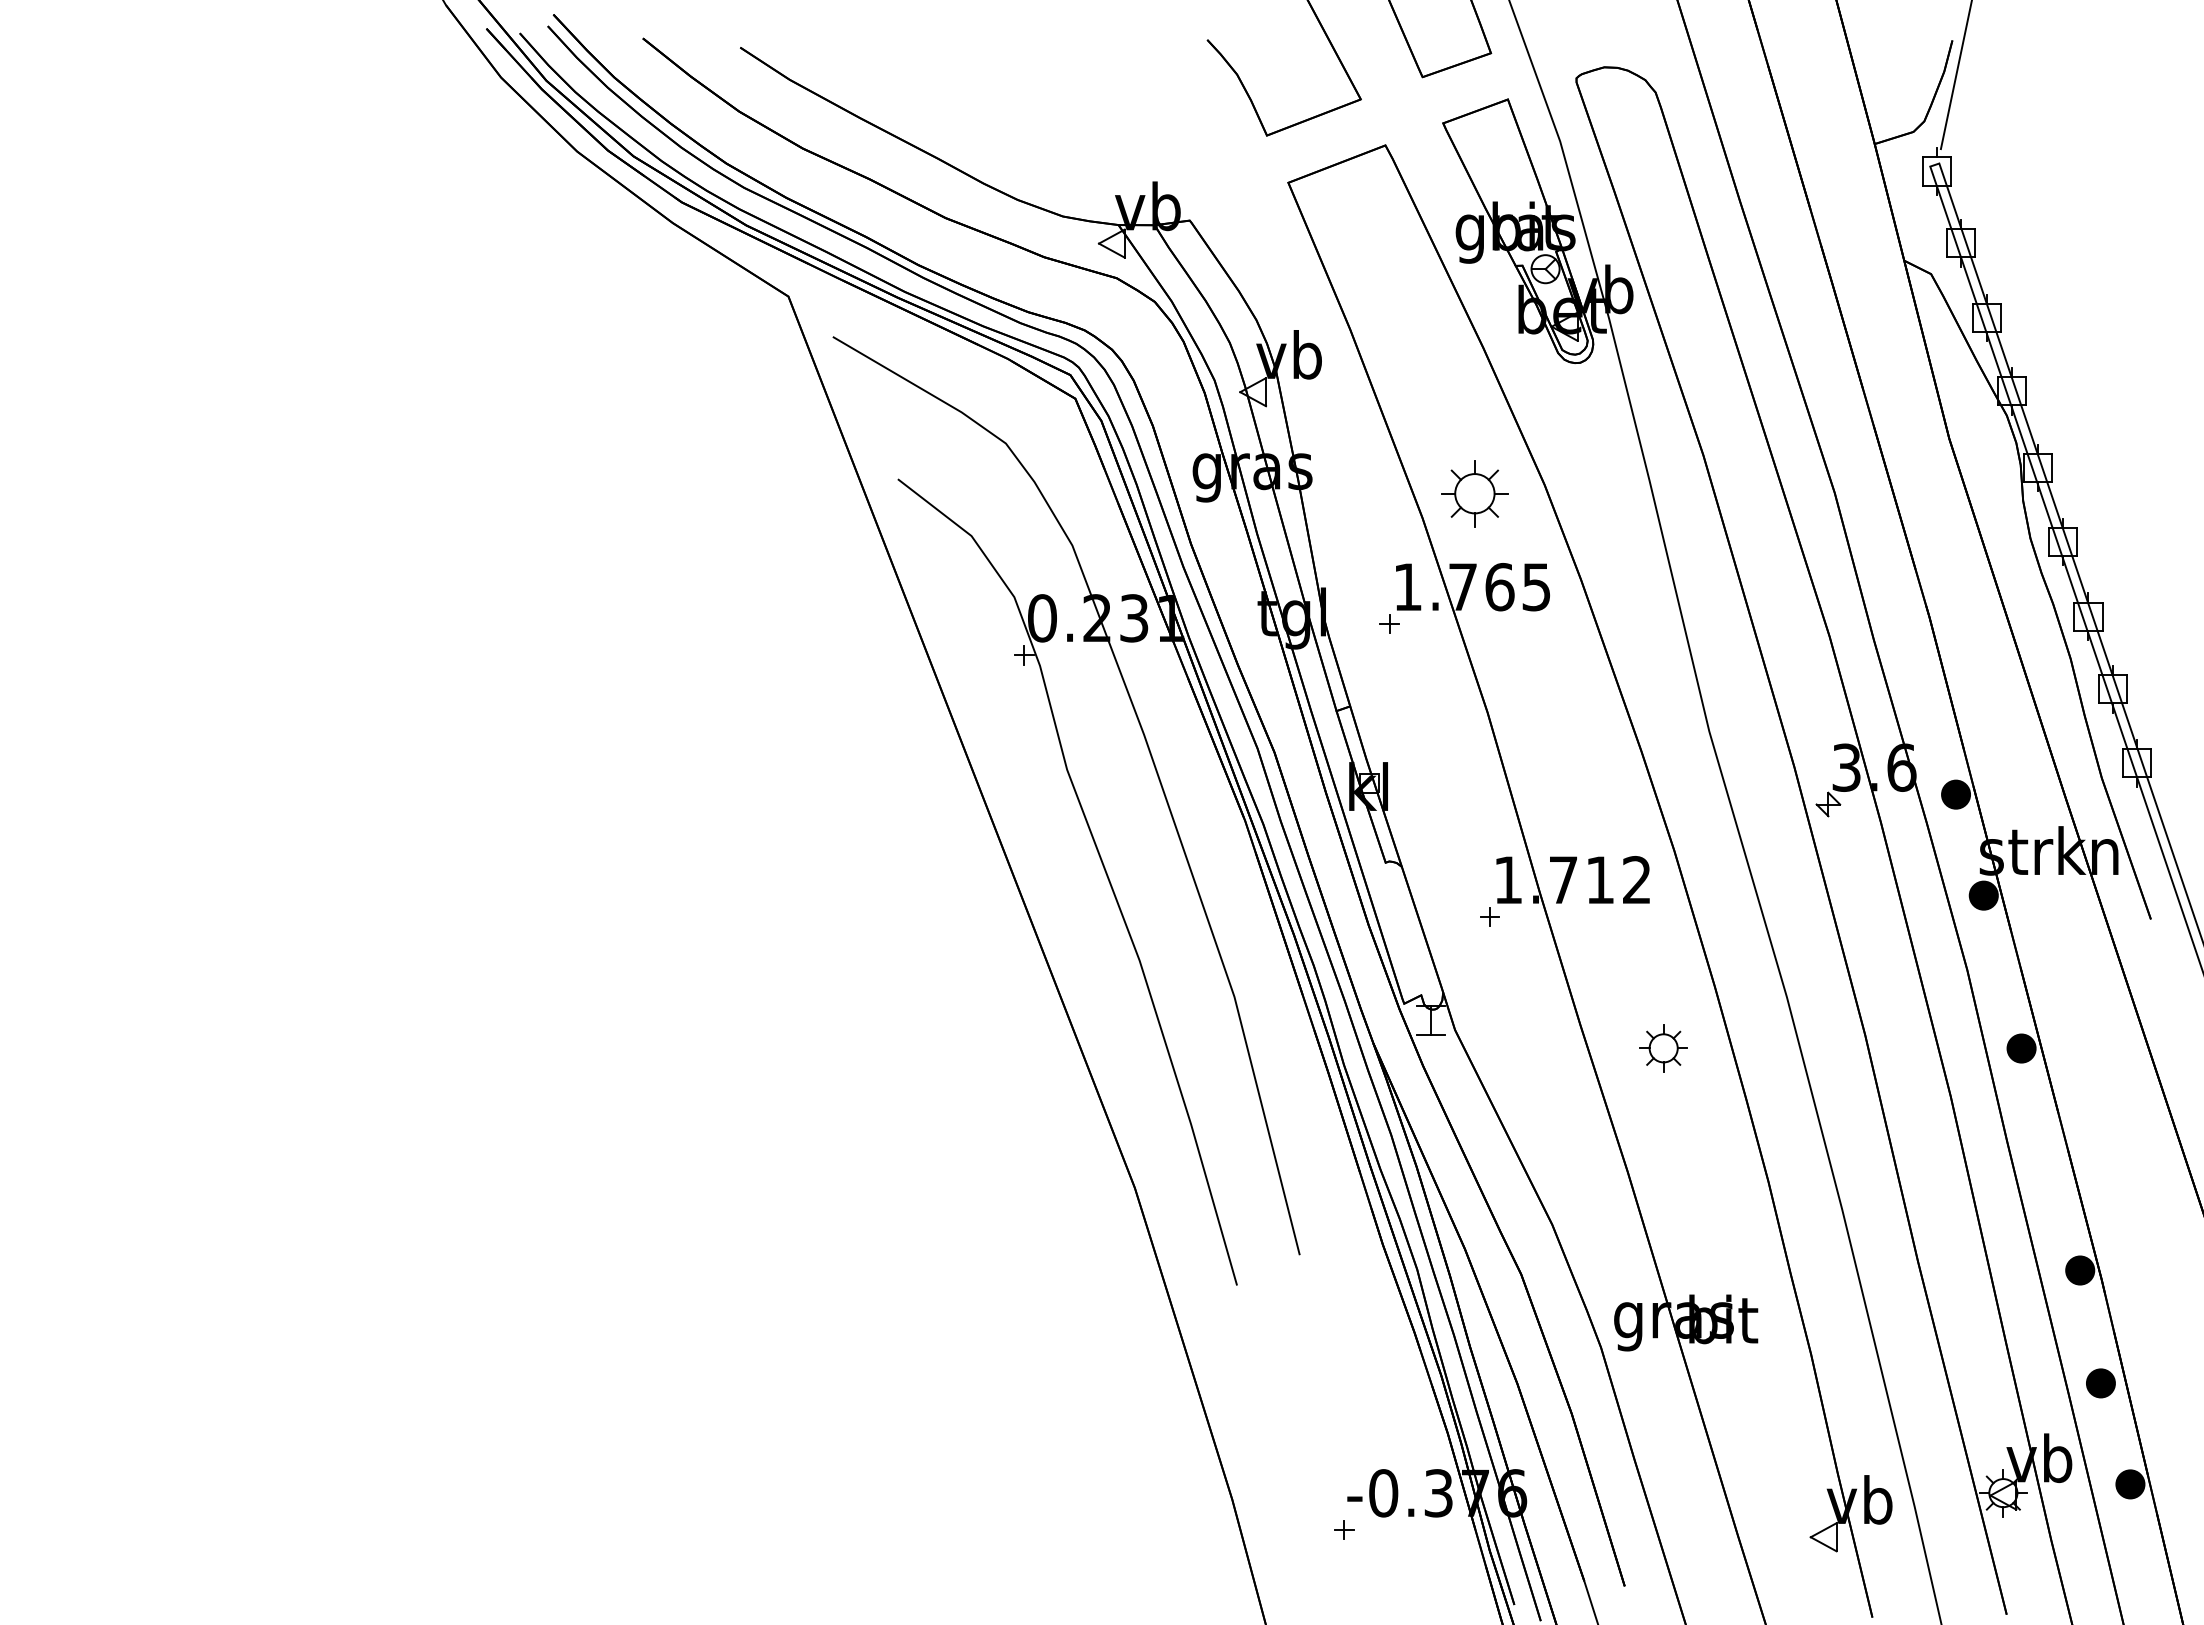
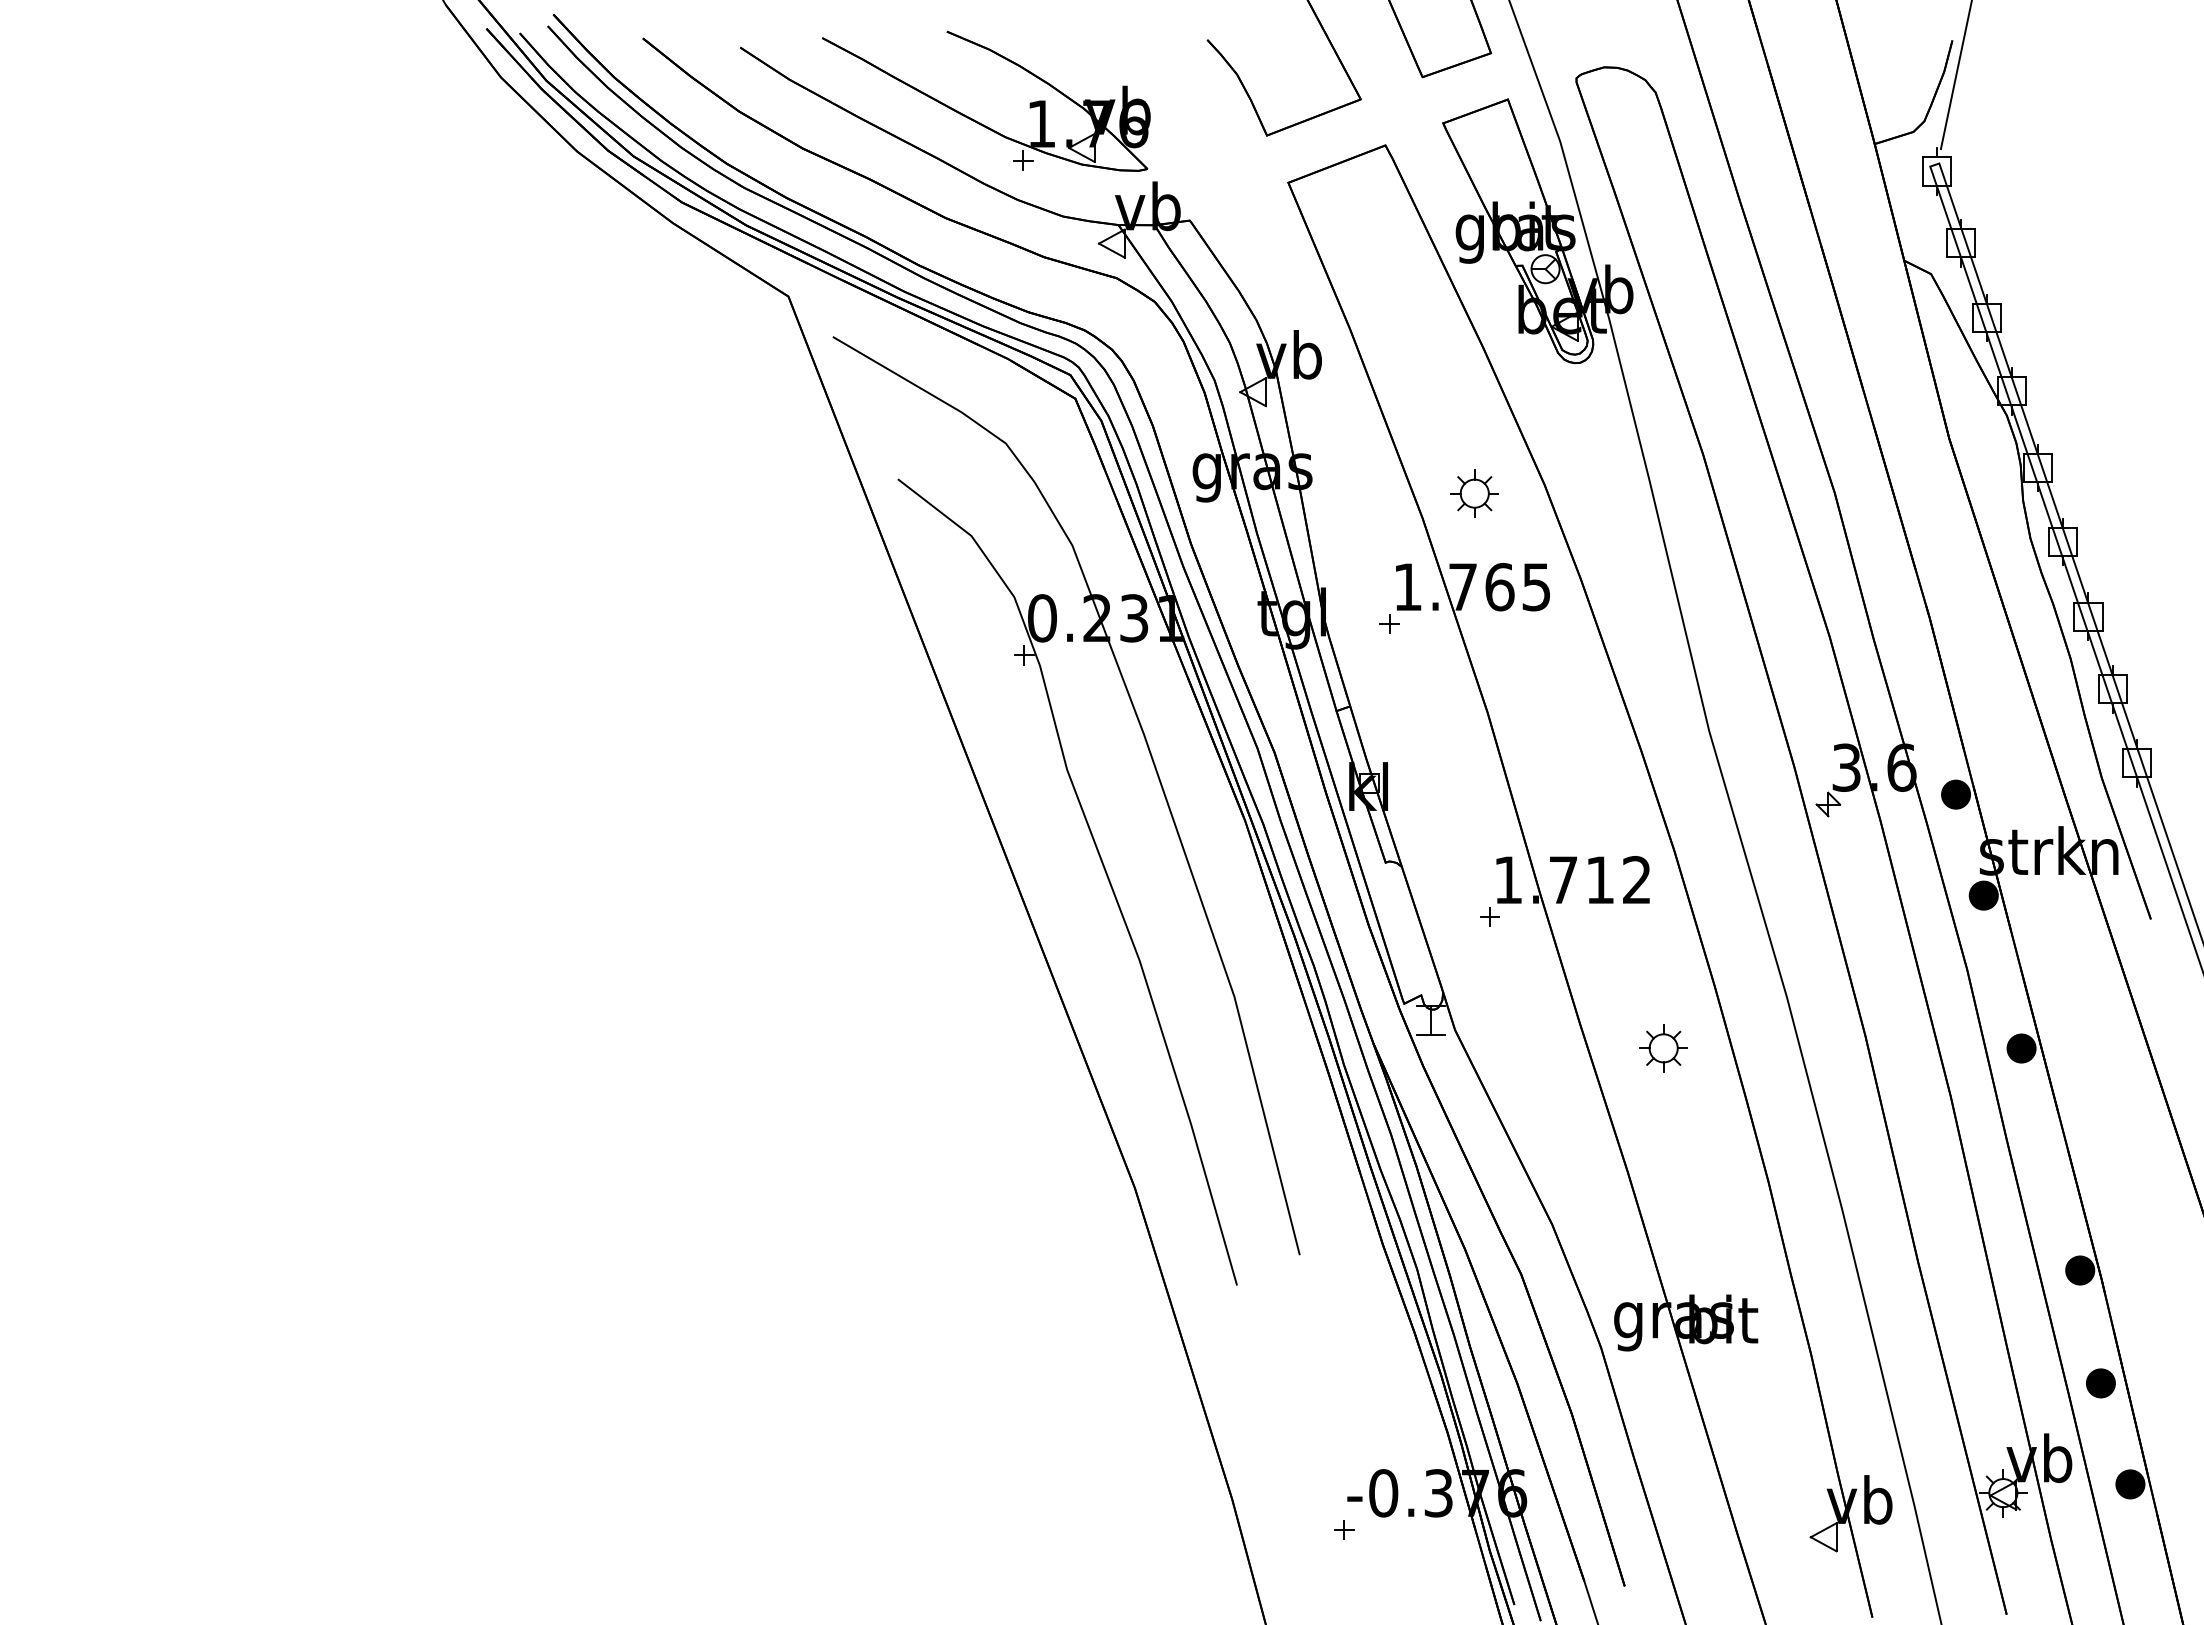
part at (976, 120): none -> present
part at (1474, 493) size: 68x68 px -> 49x49 px
